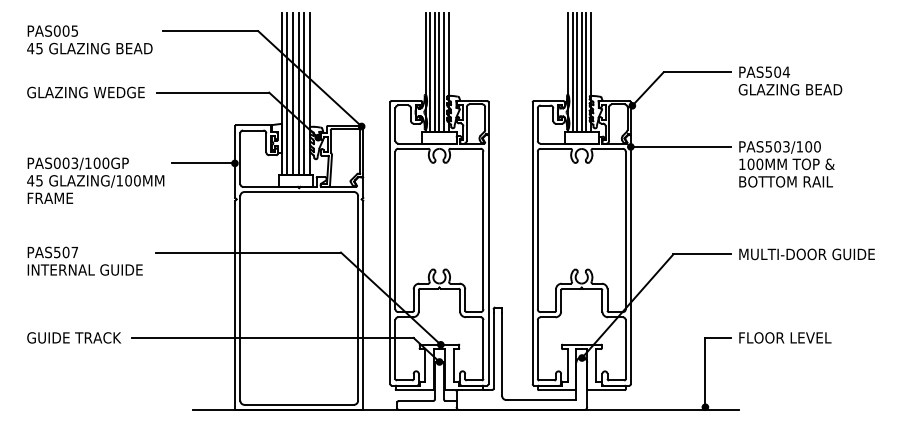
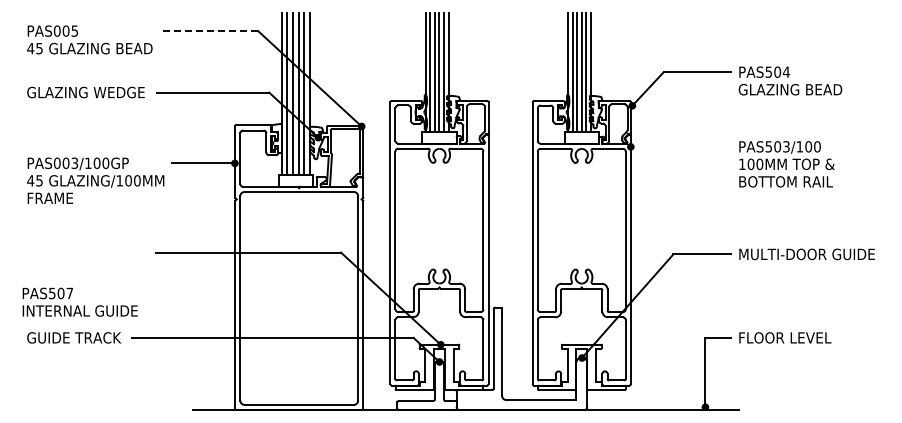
line at (210, 31): solid -> dashed
line at (680, 146): present -> none
text at (84, 260) position: (84, 260) -> (79, 301)
